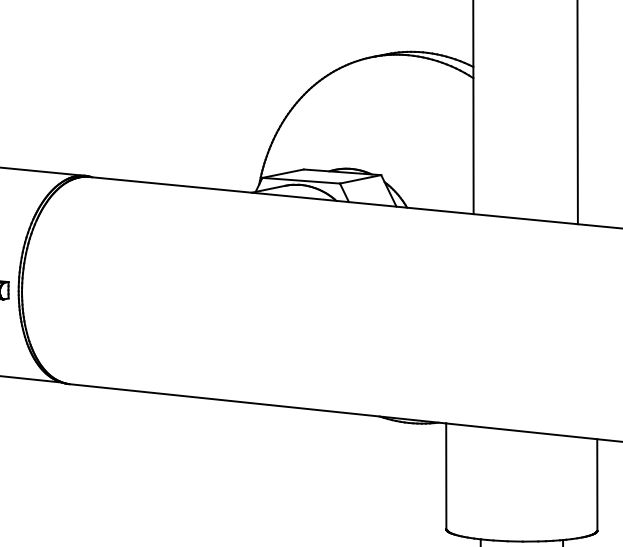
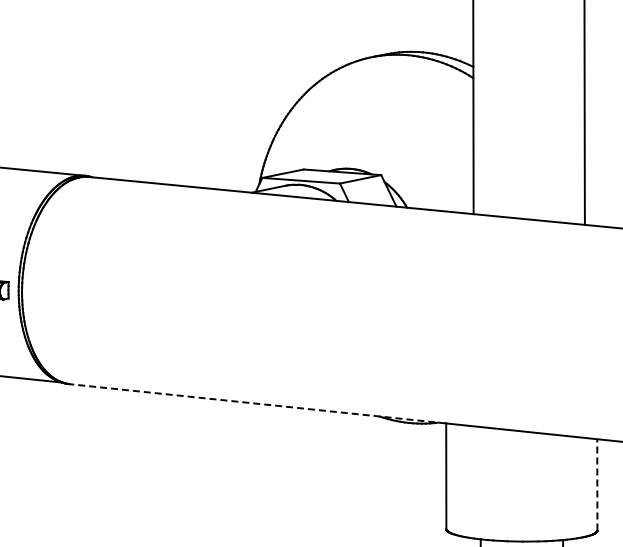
line at (577, 113) position: (577, 113) -> (584, 113)
line at (257, 403): solid -> dashed
line at (597, 484): solid -> dashed
